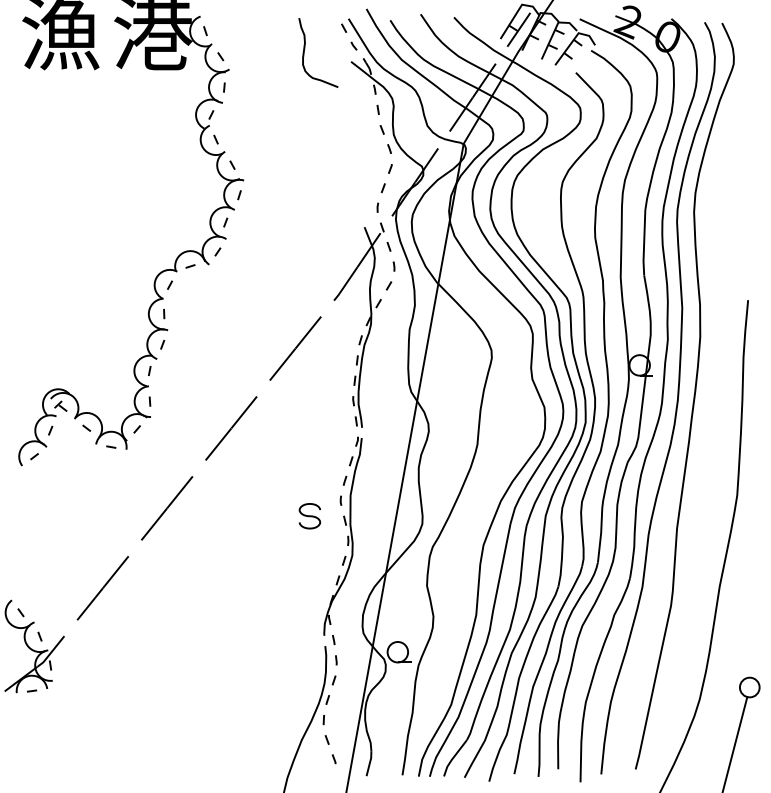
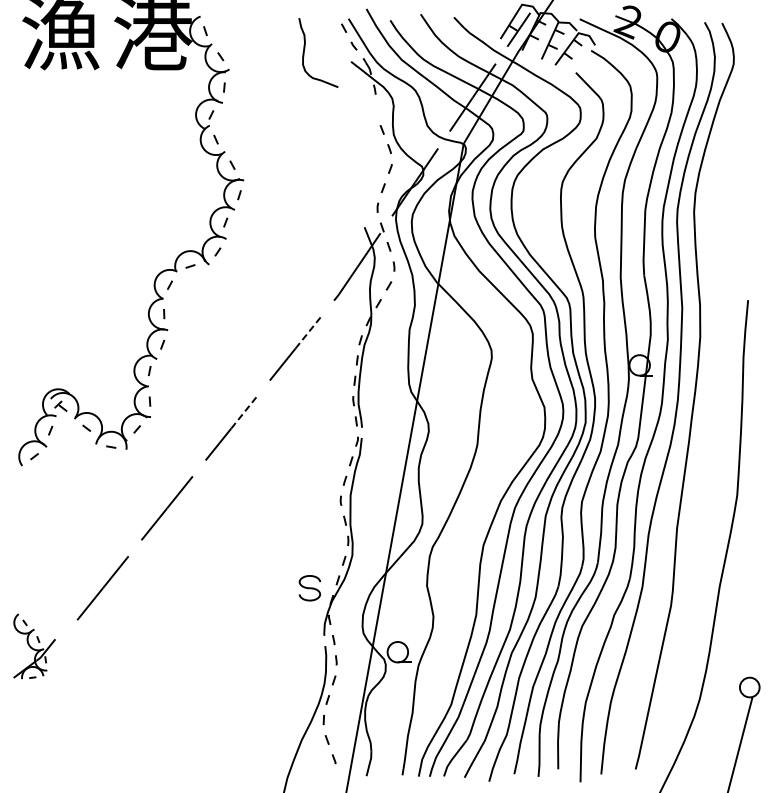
line at (377, 109): present -> none
line at (308, 332): solid -> dashed
line at (244, 412): solid -> dashed
part at (309, 516) position: (309, 516) -> (309, 588)
part at (34, 646) size: 61x95 px -> 43x67 px
line at (735, 743) position: (735, 743) -> (740, 743)
